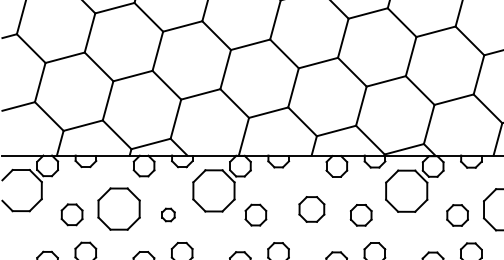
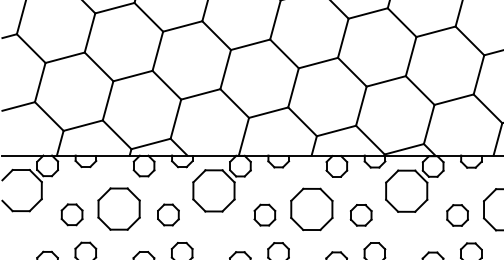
part at (311, 209) size: 28x27 px -> 44x45 px
part at (168, 214) size: 15x16 px -> 23x24 px
part at (255, 214) position: (255, 214) -> (264, 214)
